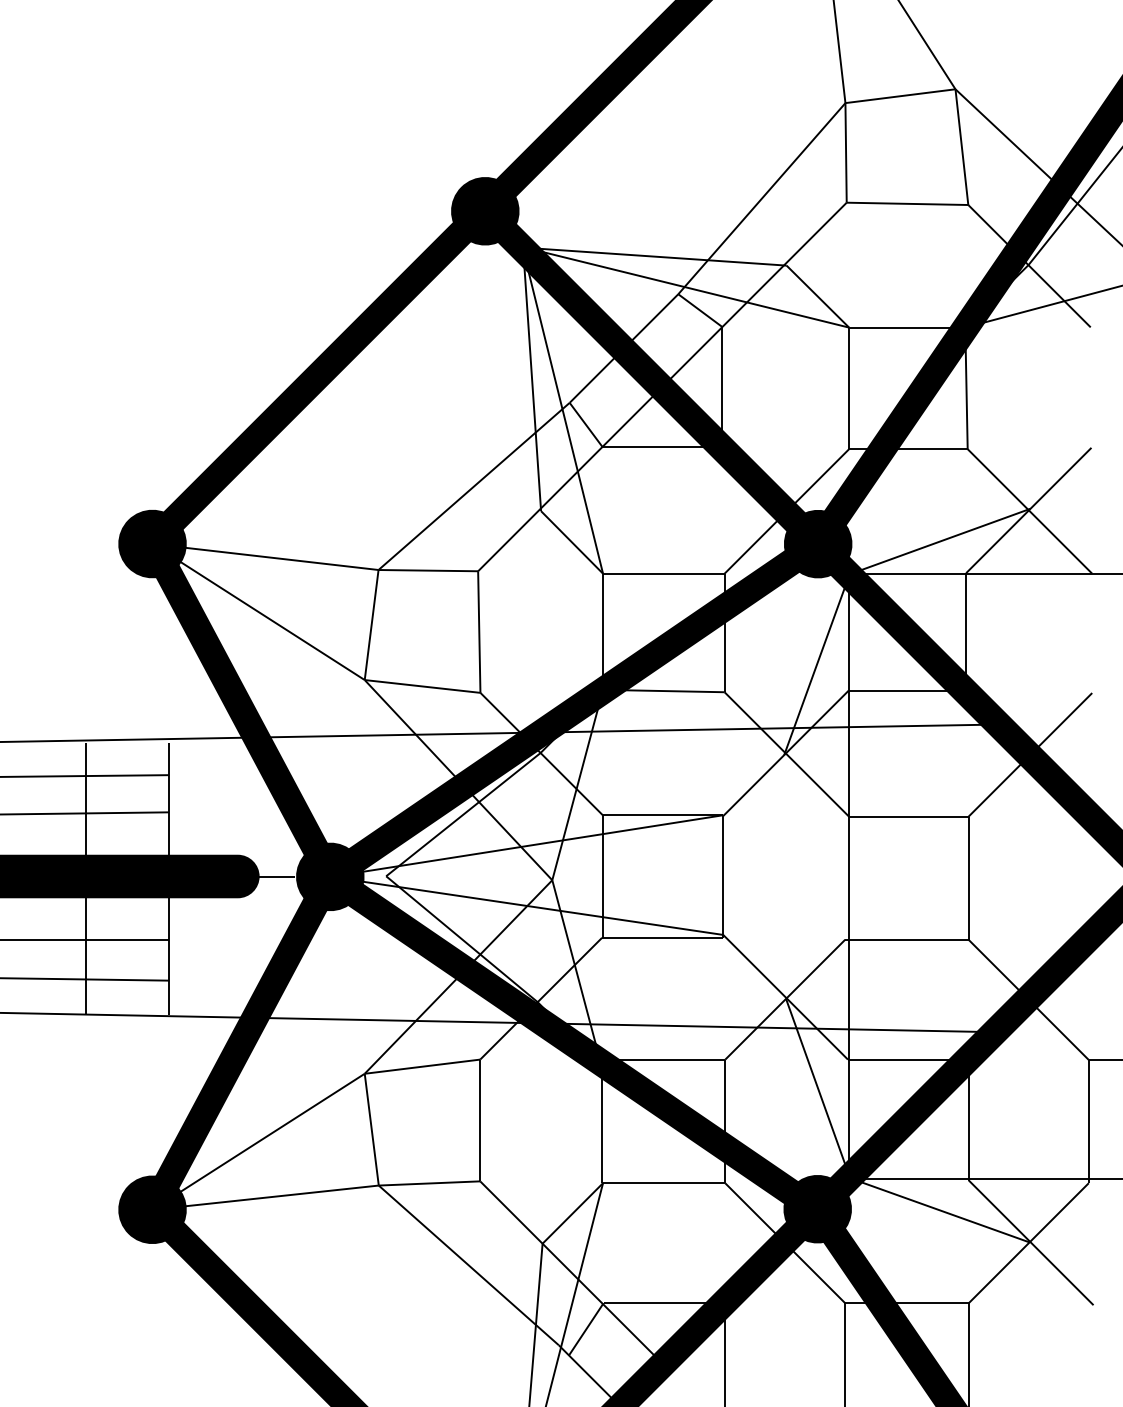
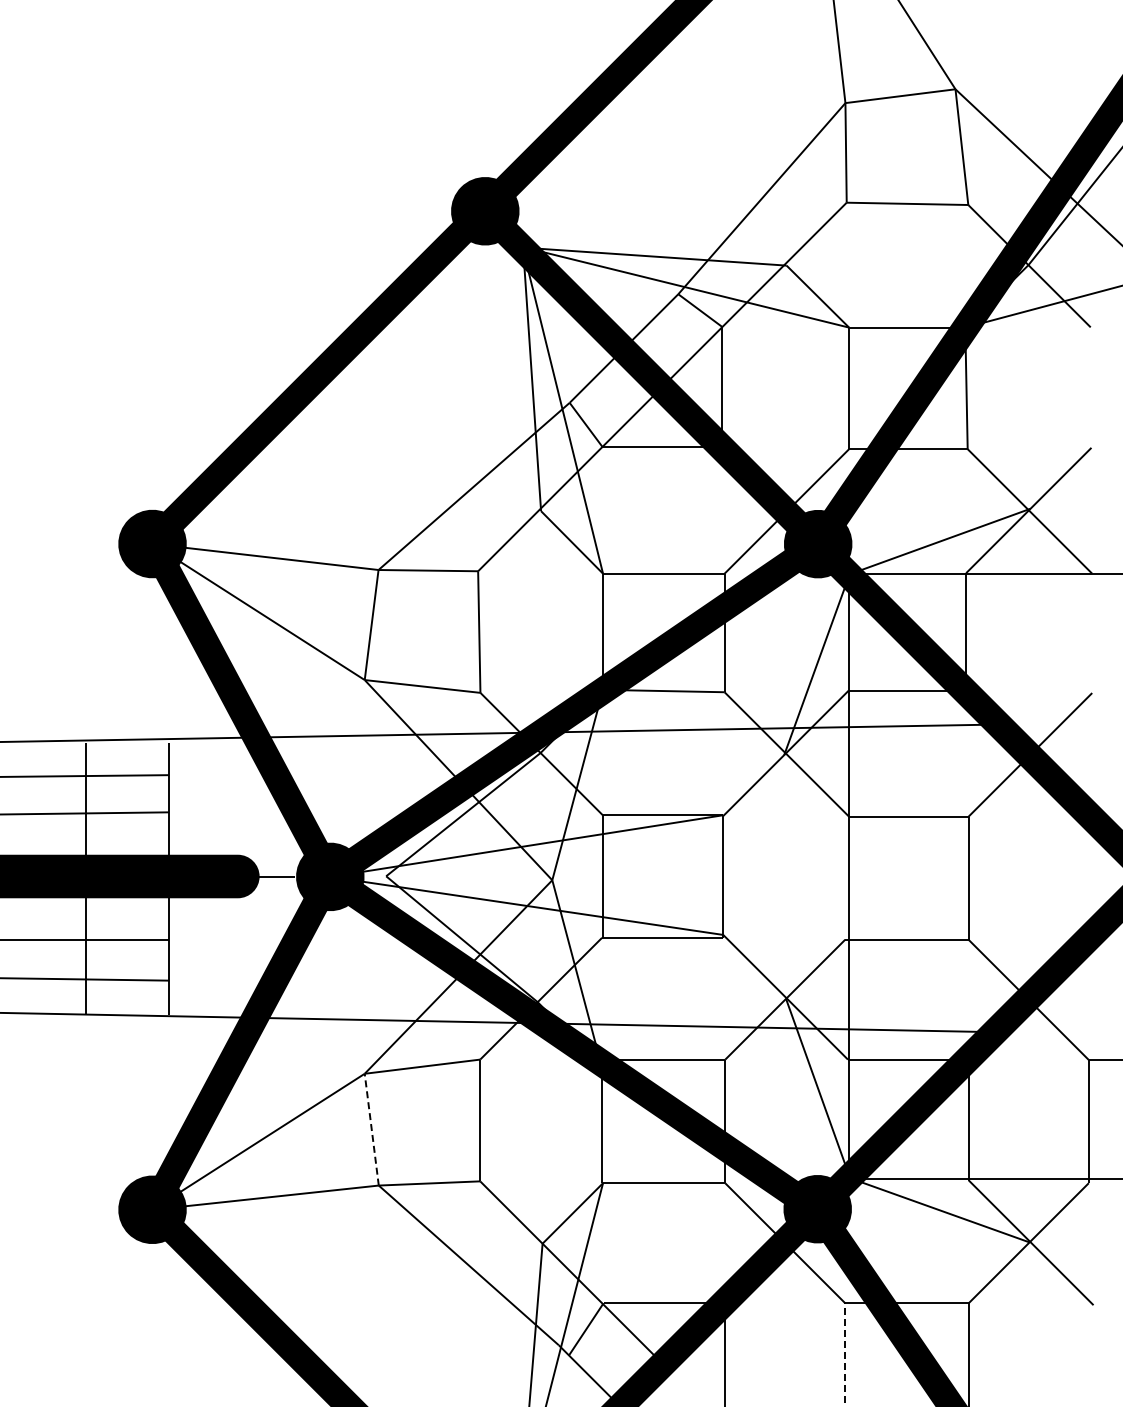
line at (371, 1129): solid -> dashed
line at (845, 1354): solid -> dashed
